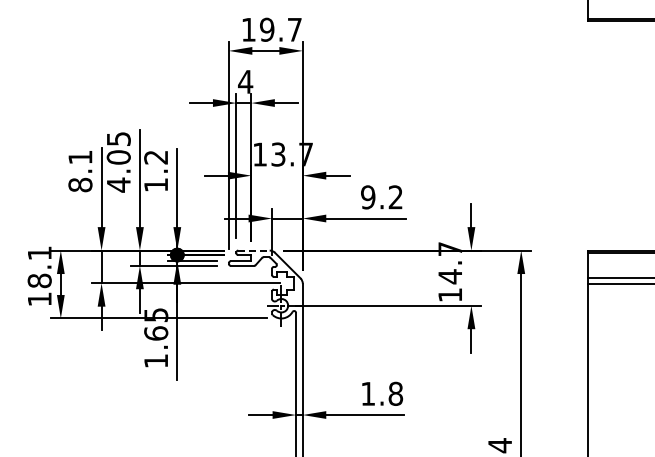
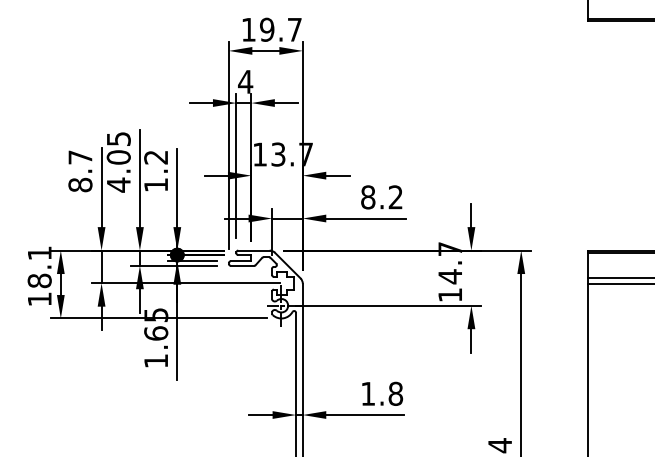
text at (80, 157): 8.1 -> 8.7
text at (368, 197): 9.2 -> 8.2
line at (253, 250): dashed -> solid
